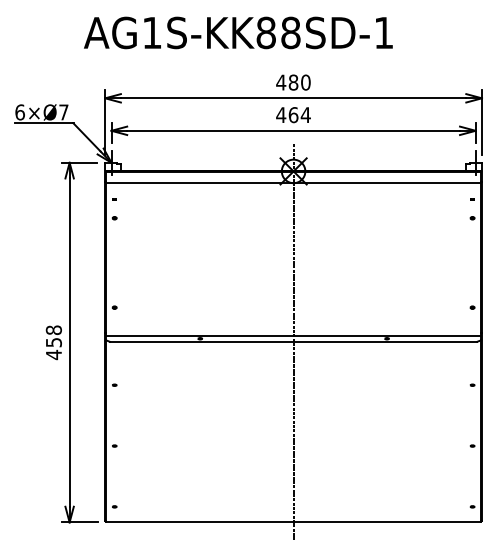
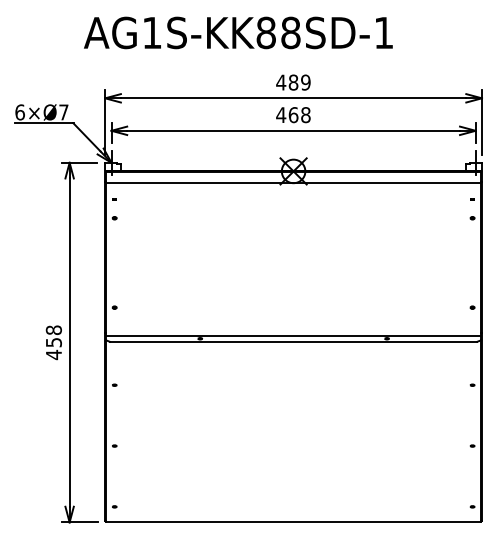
text at (305, 82): 480 -> 489
text at (305, 115): 464 -> 468
line at (293, 341): present -> none
